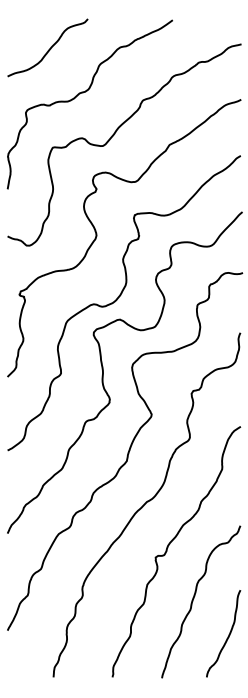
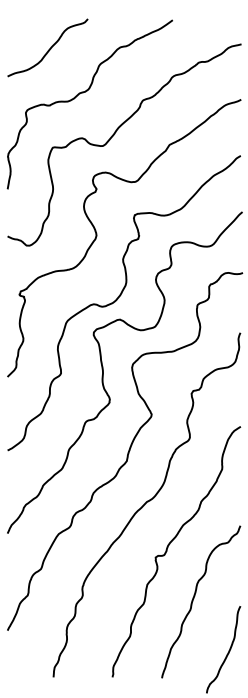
curve at (227, 636) position: (227, 636) -> (227, 652)
